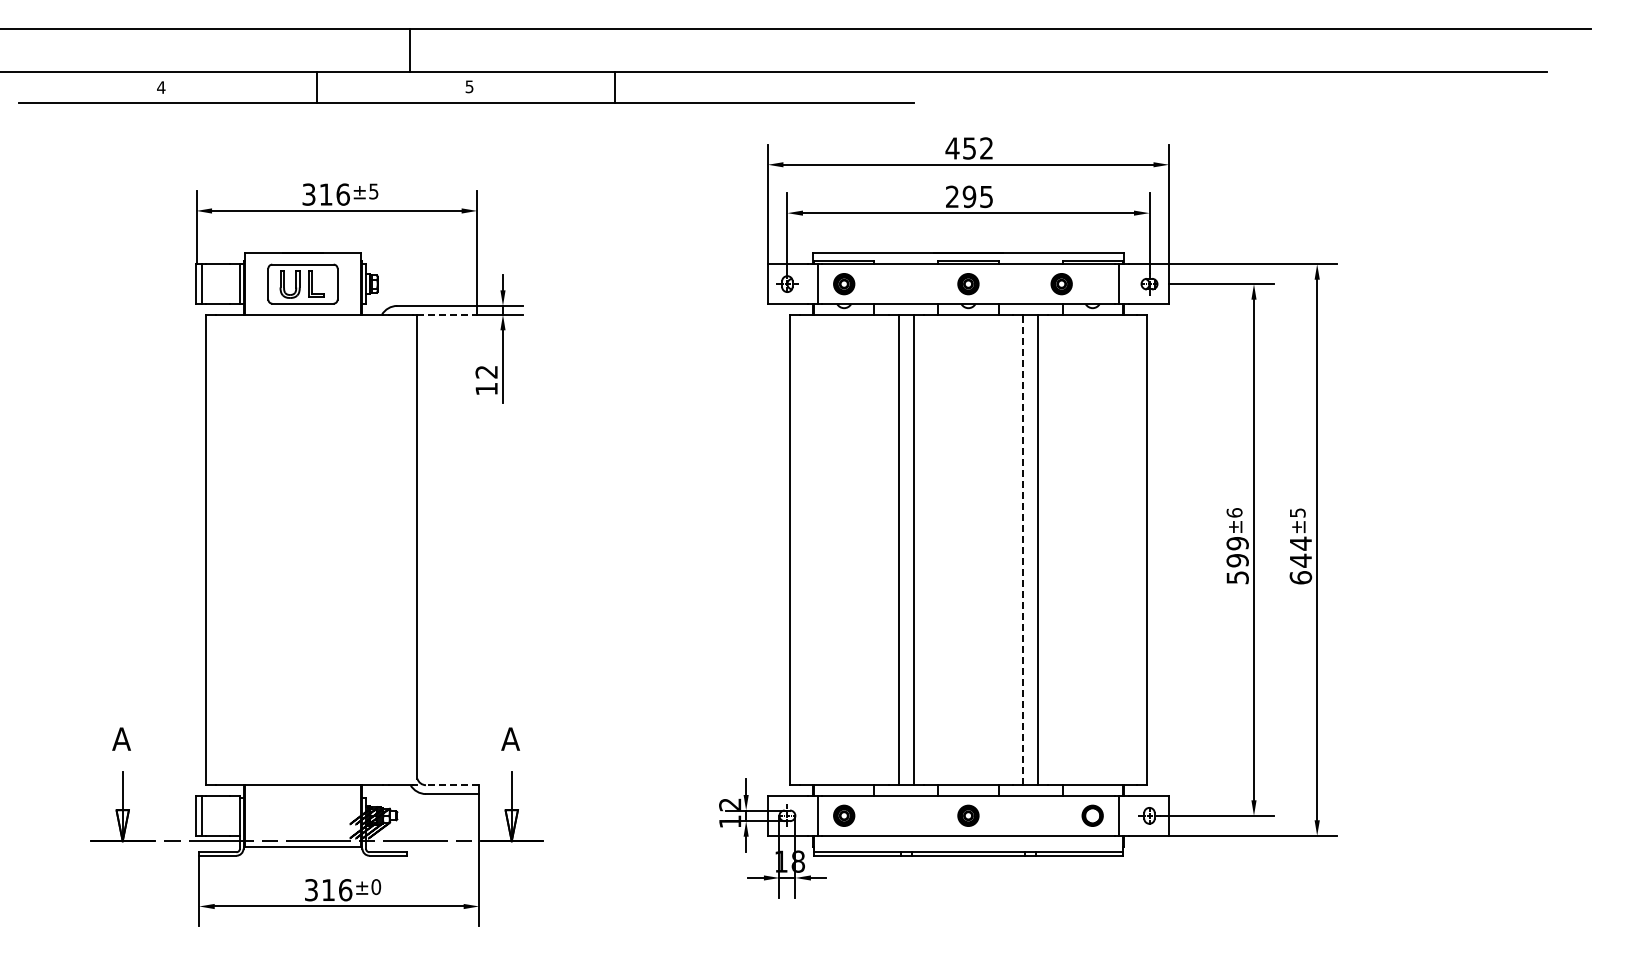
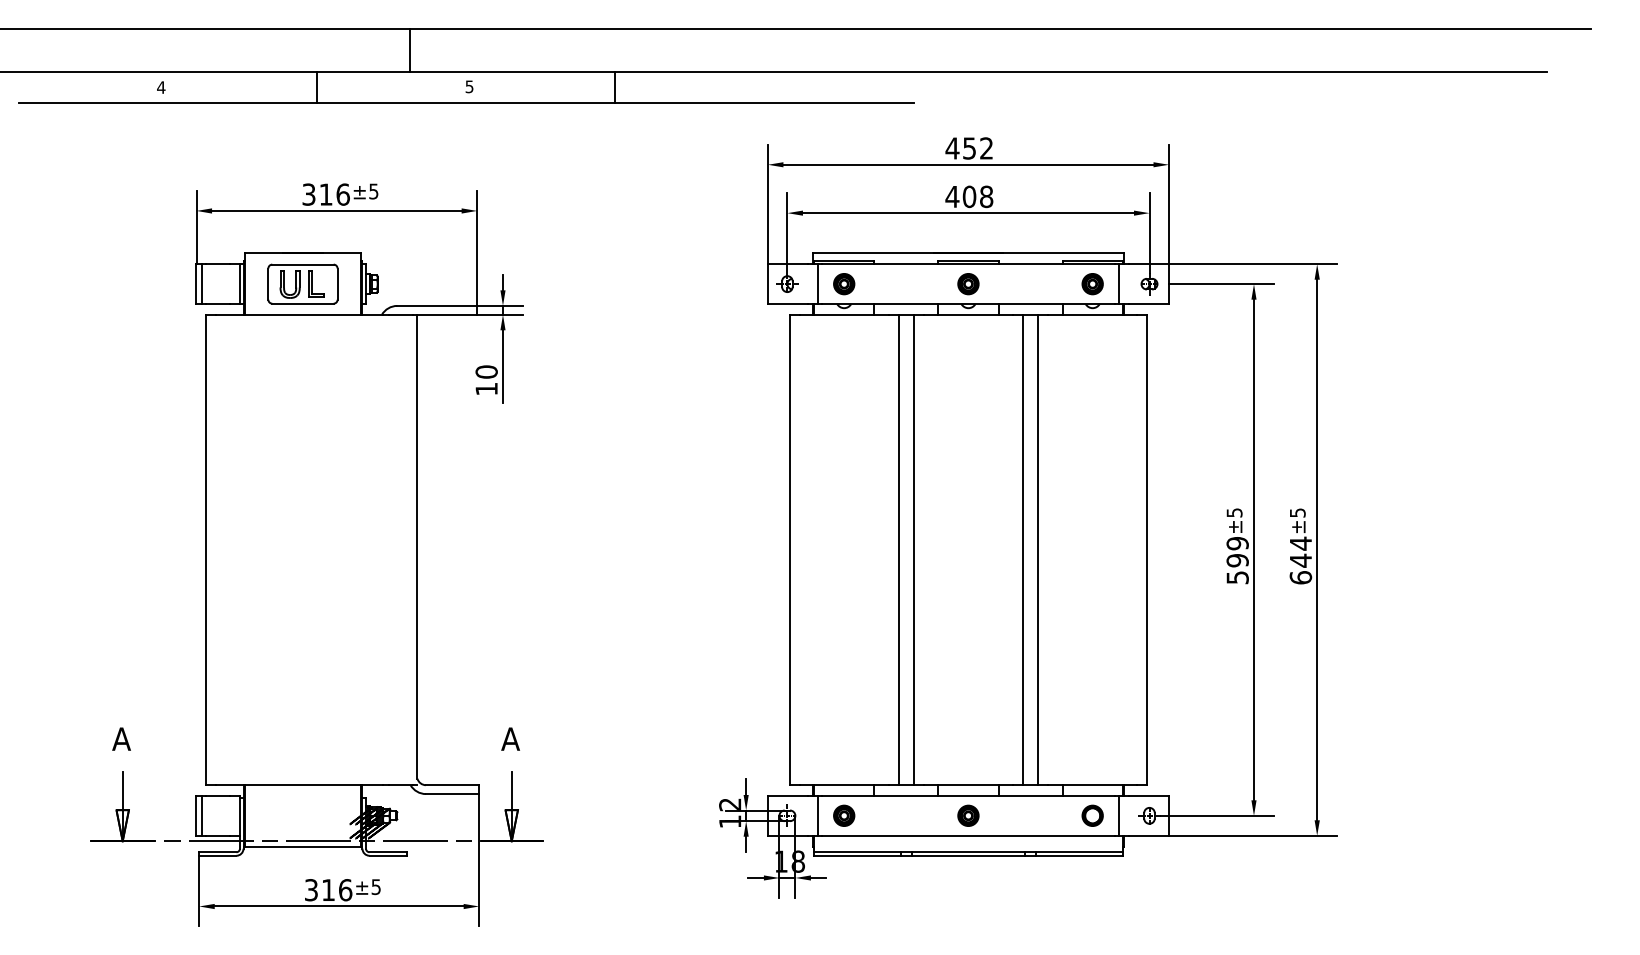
text at (969, 196): 295 -> 408
part at (1061, 284) position: (1061, 284) -> (1092, 284)
line at (447, 314): dashed -> solid
text at (486, 371): 12 -> 10
text at (1234, 512): ±6 -> ±5
line at (1022, 549): dashed -> solid
line at (452, 785): dashed -> solid
text at (376, 886): ±0 -> ±5
